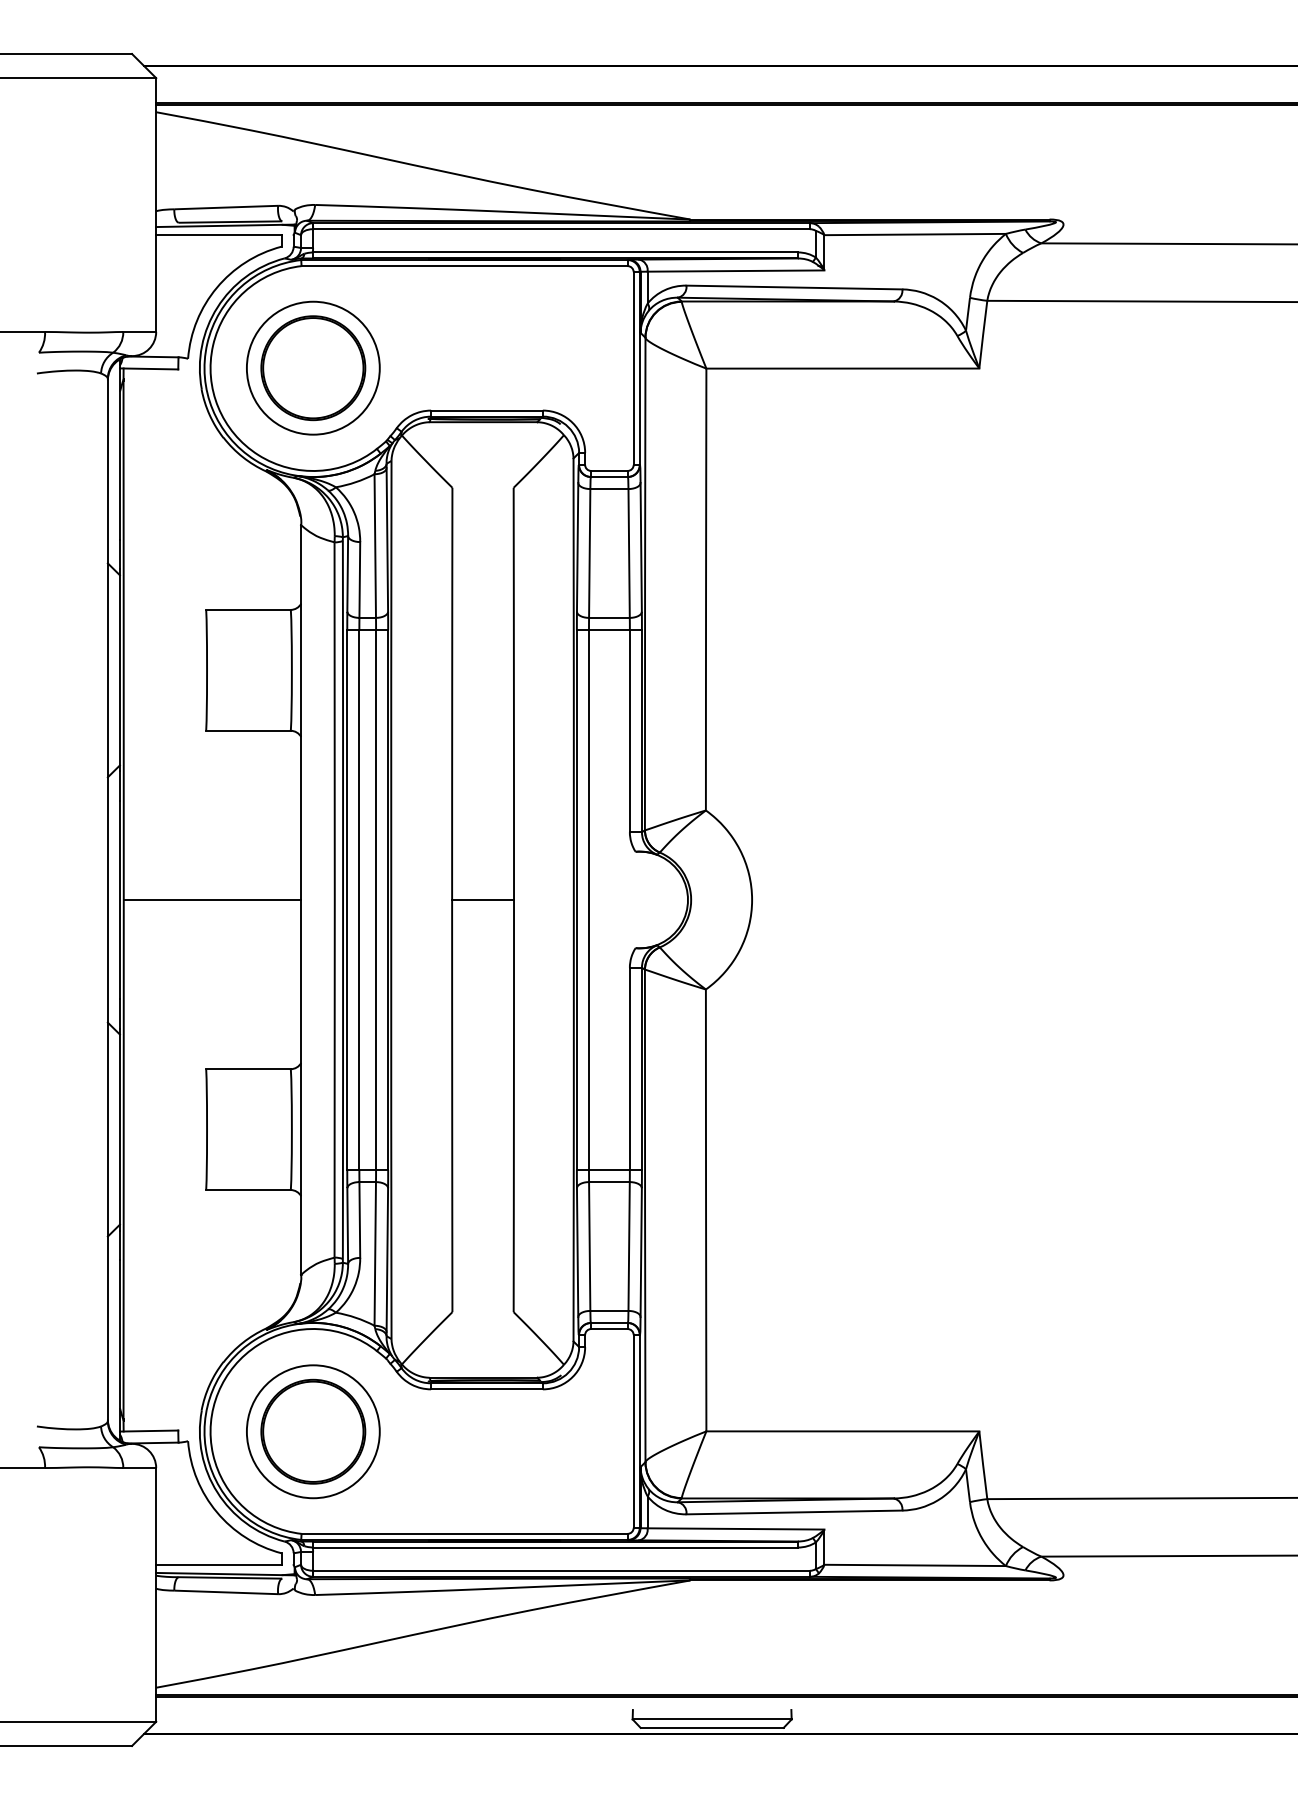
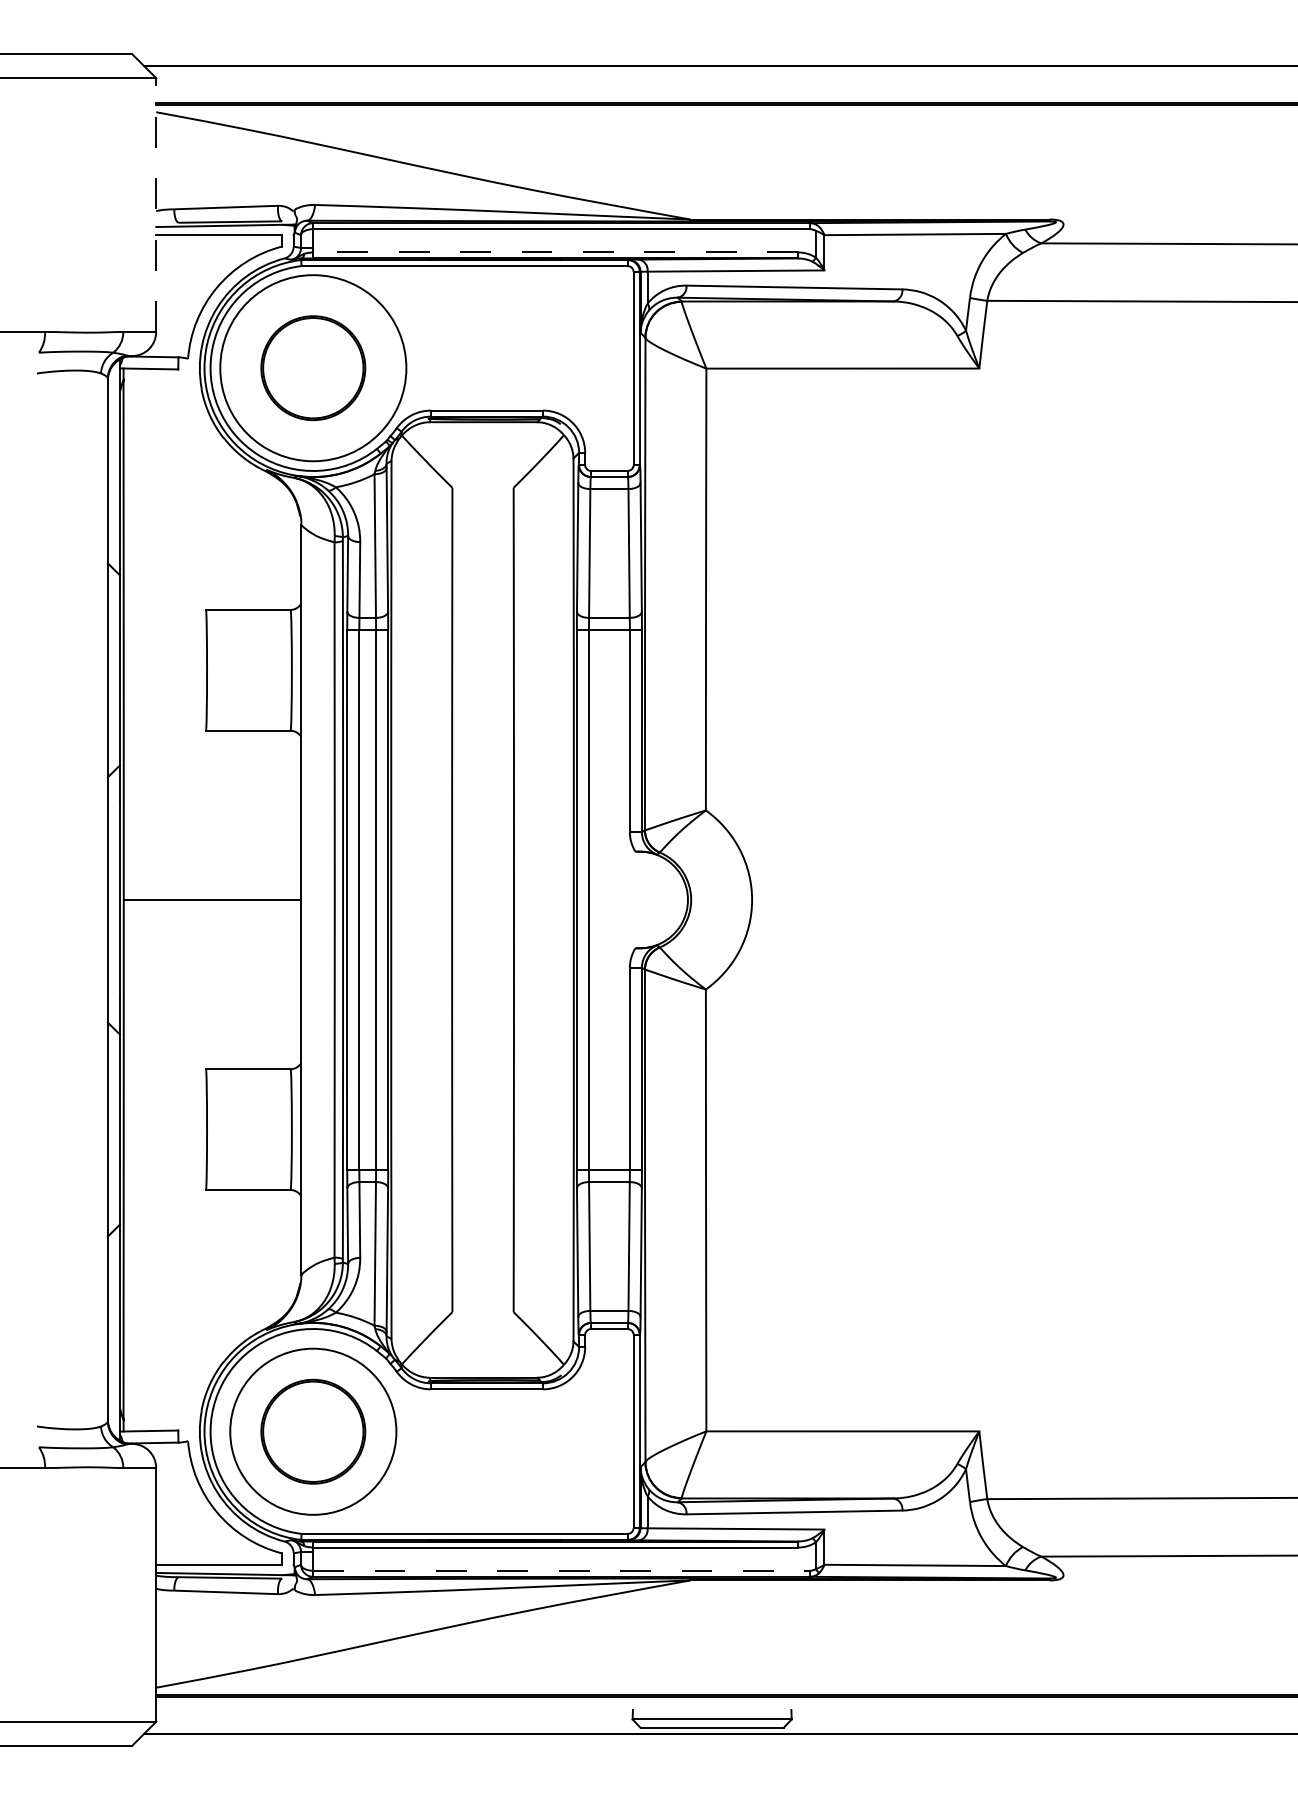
line at (156, 205): solid -> dashed
line at (555, 252): solid -> dashed
circle at (312, 367) diameter: 133 px -> 186 px
line at (483, 900): present -> none
circle at (312, 1431) diameter: 133 px -> 166 px
line at (562, 1570): solid -> dashed
